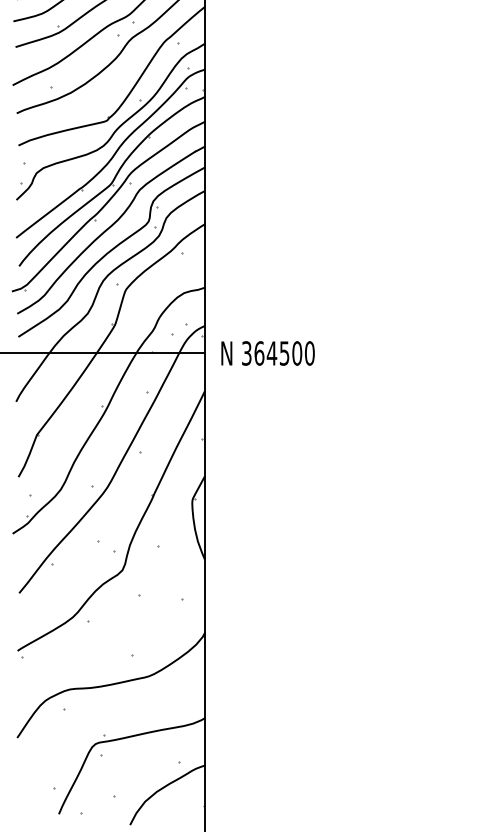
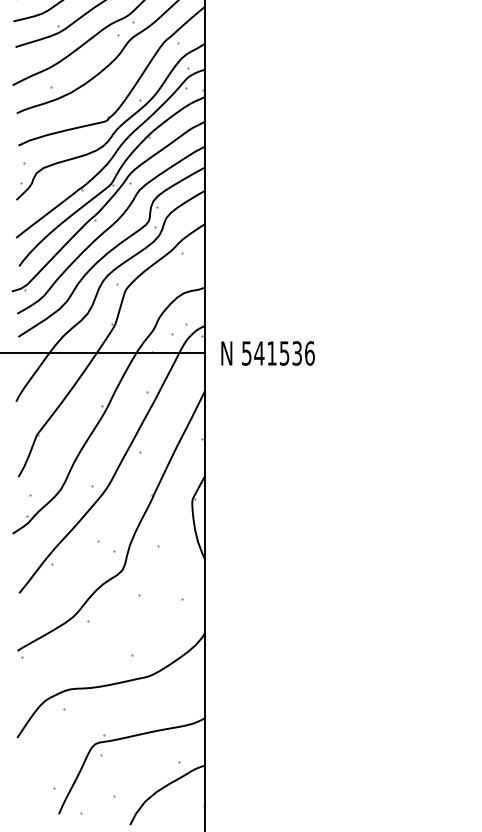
text at (278, 353): 364500 -> 541536
